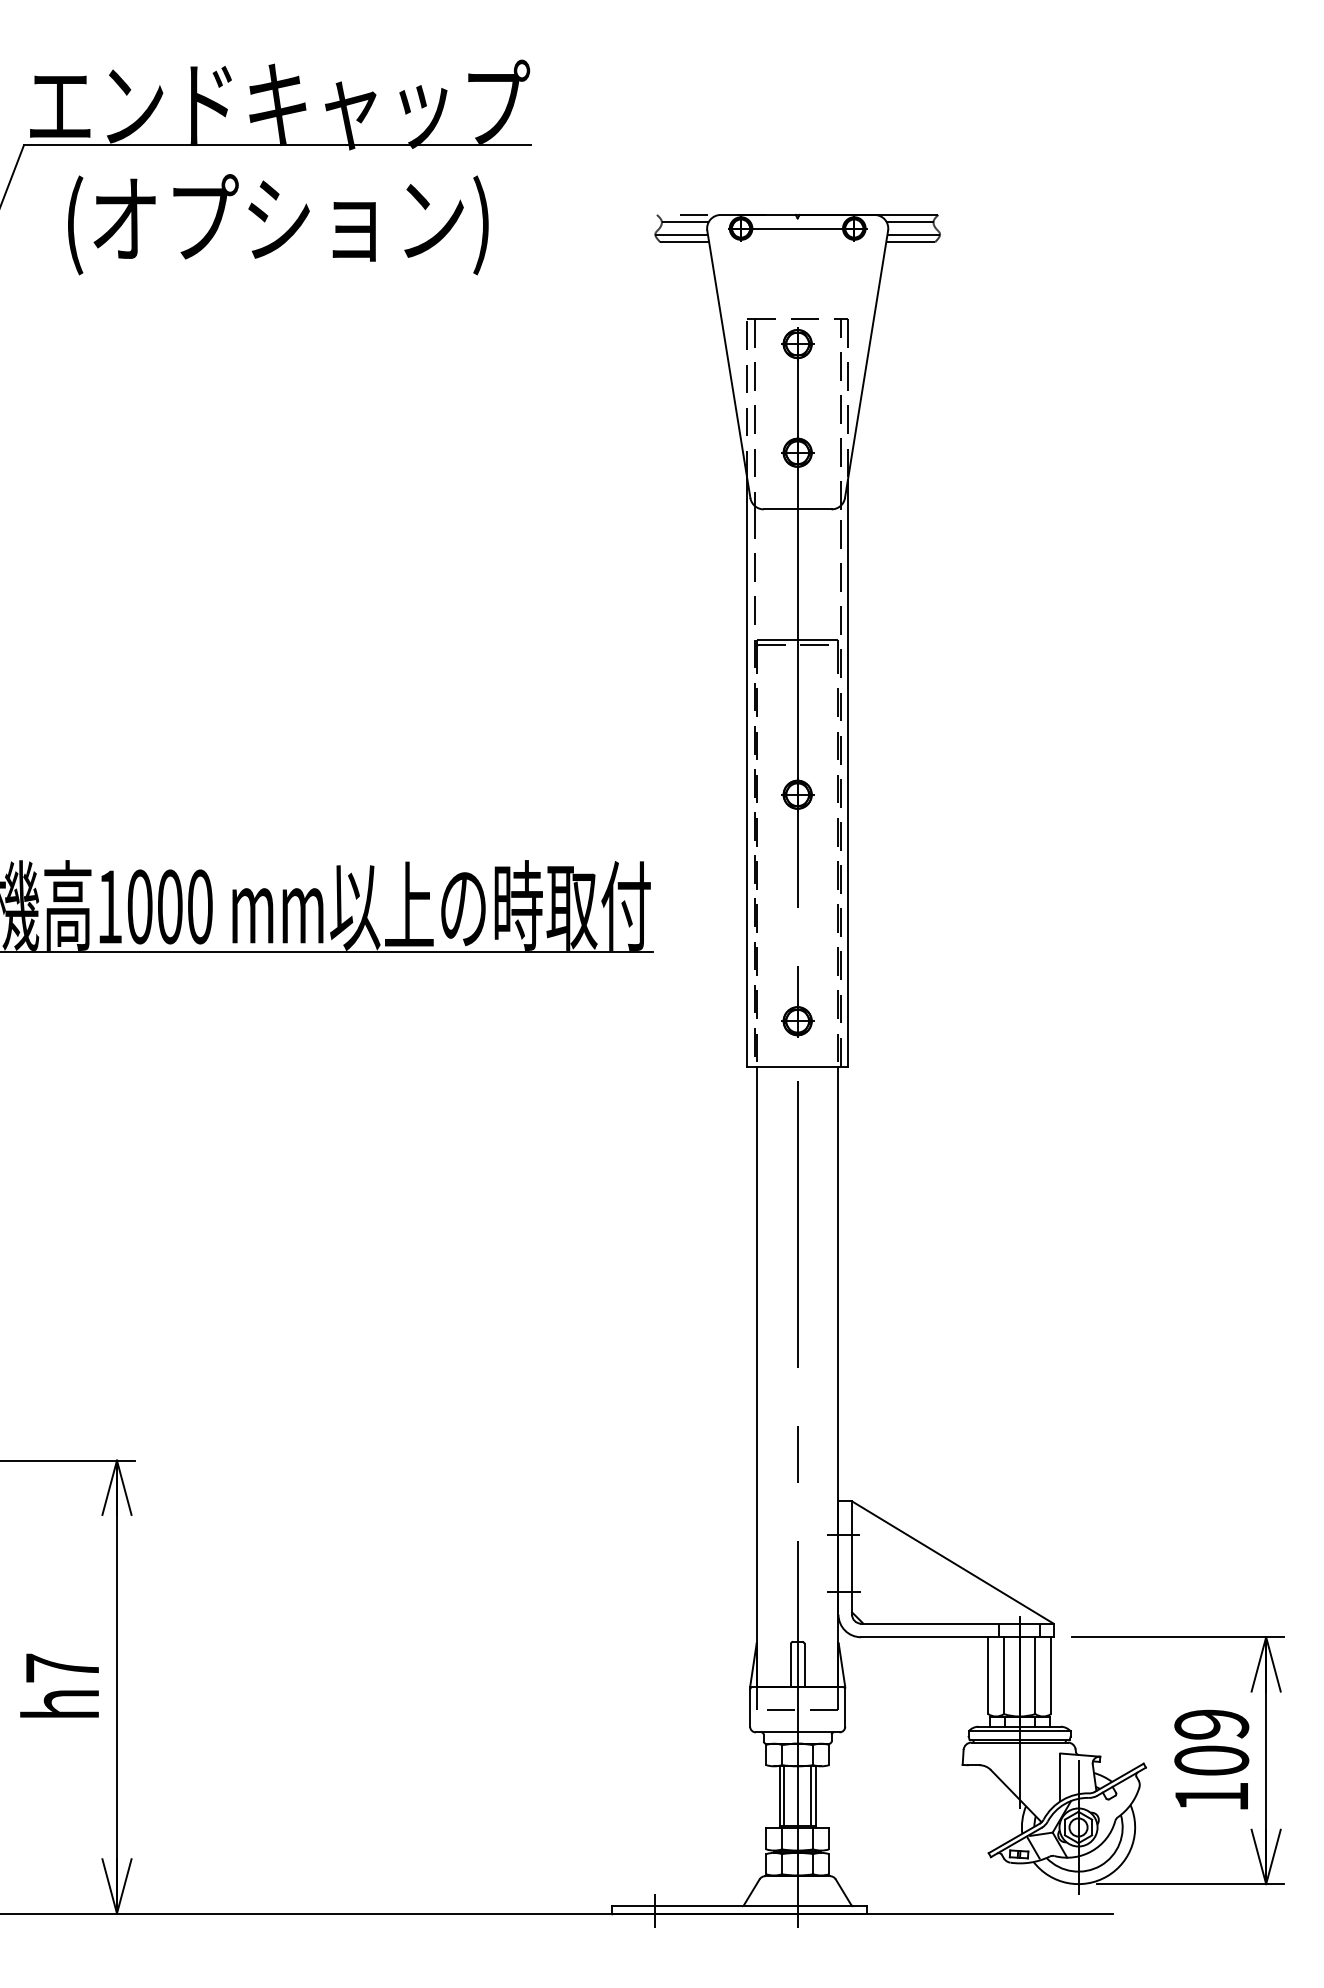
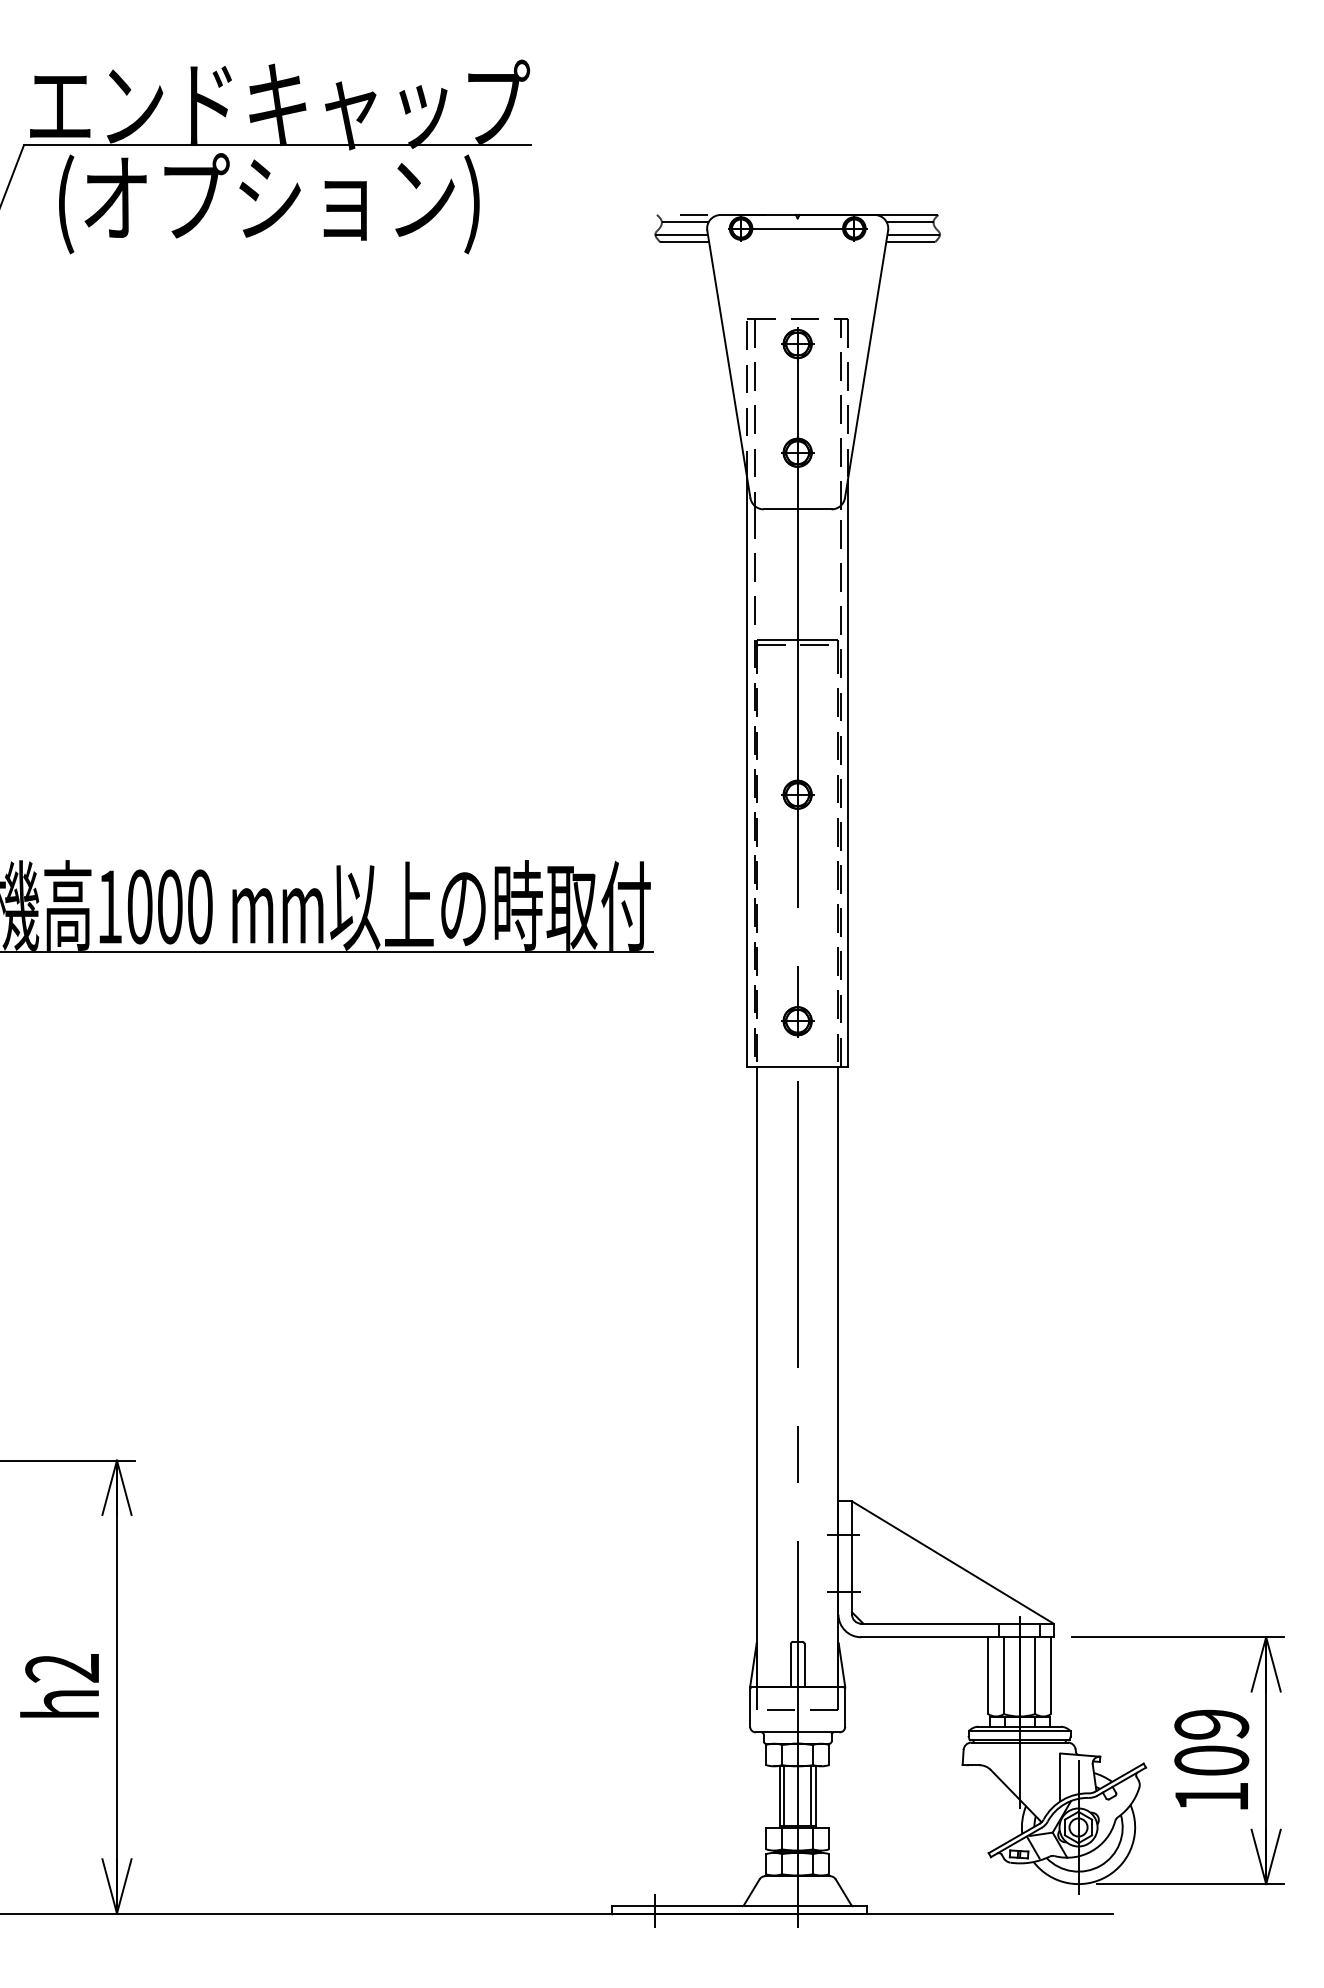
text at (278, 224) position: (278, 224) -> (269, 203)
text at (61, 1667): h7 -> h2
